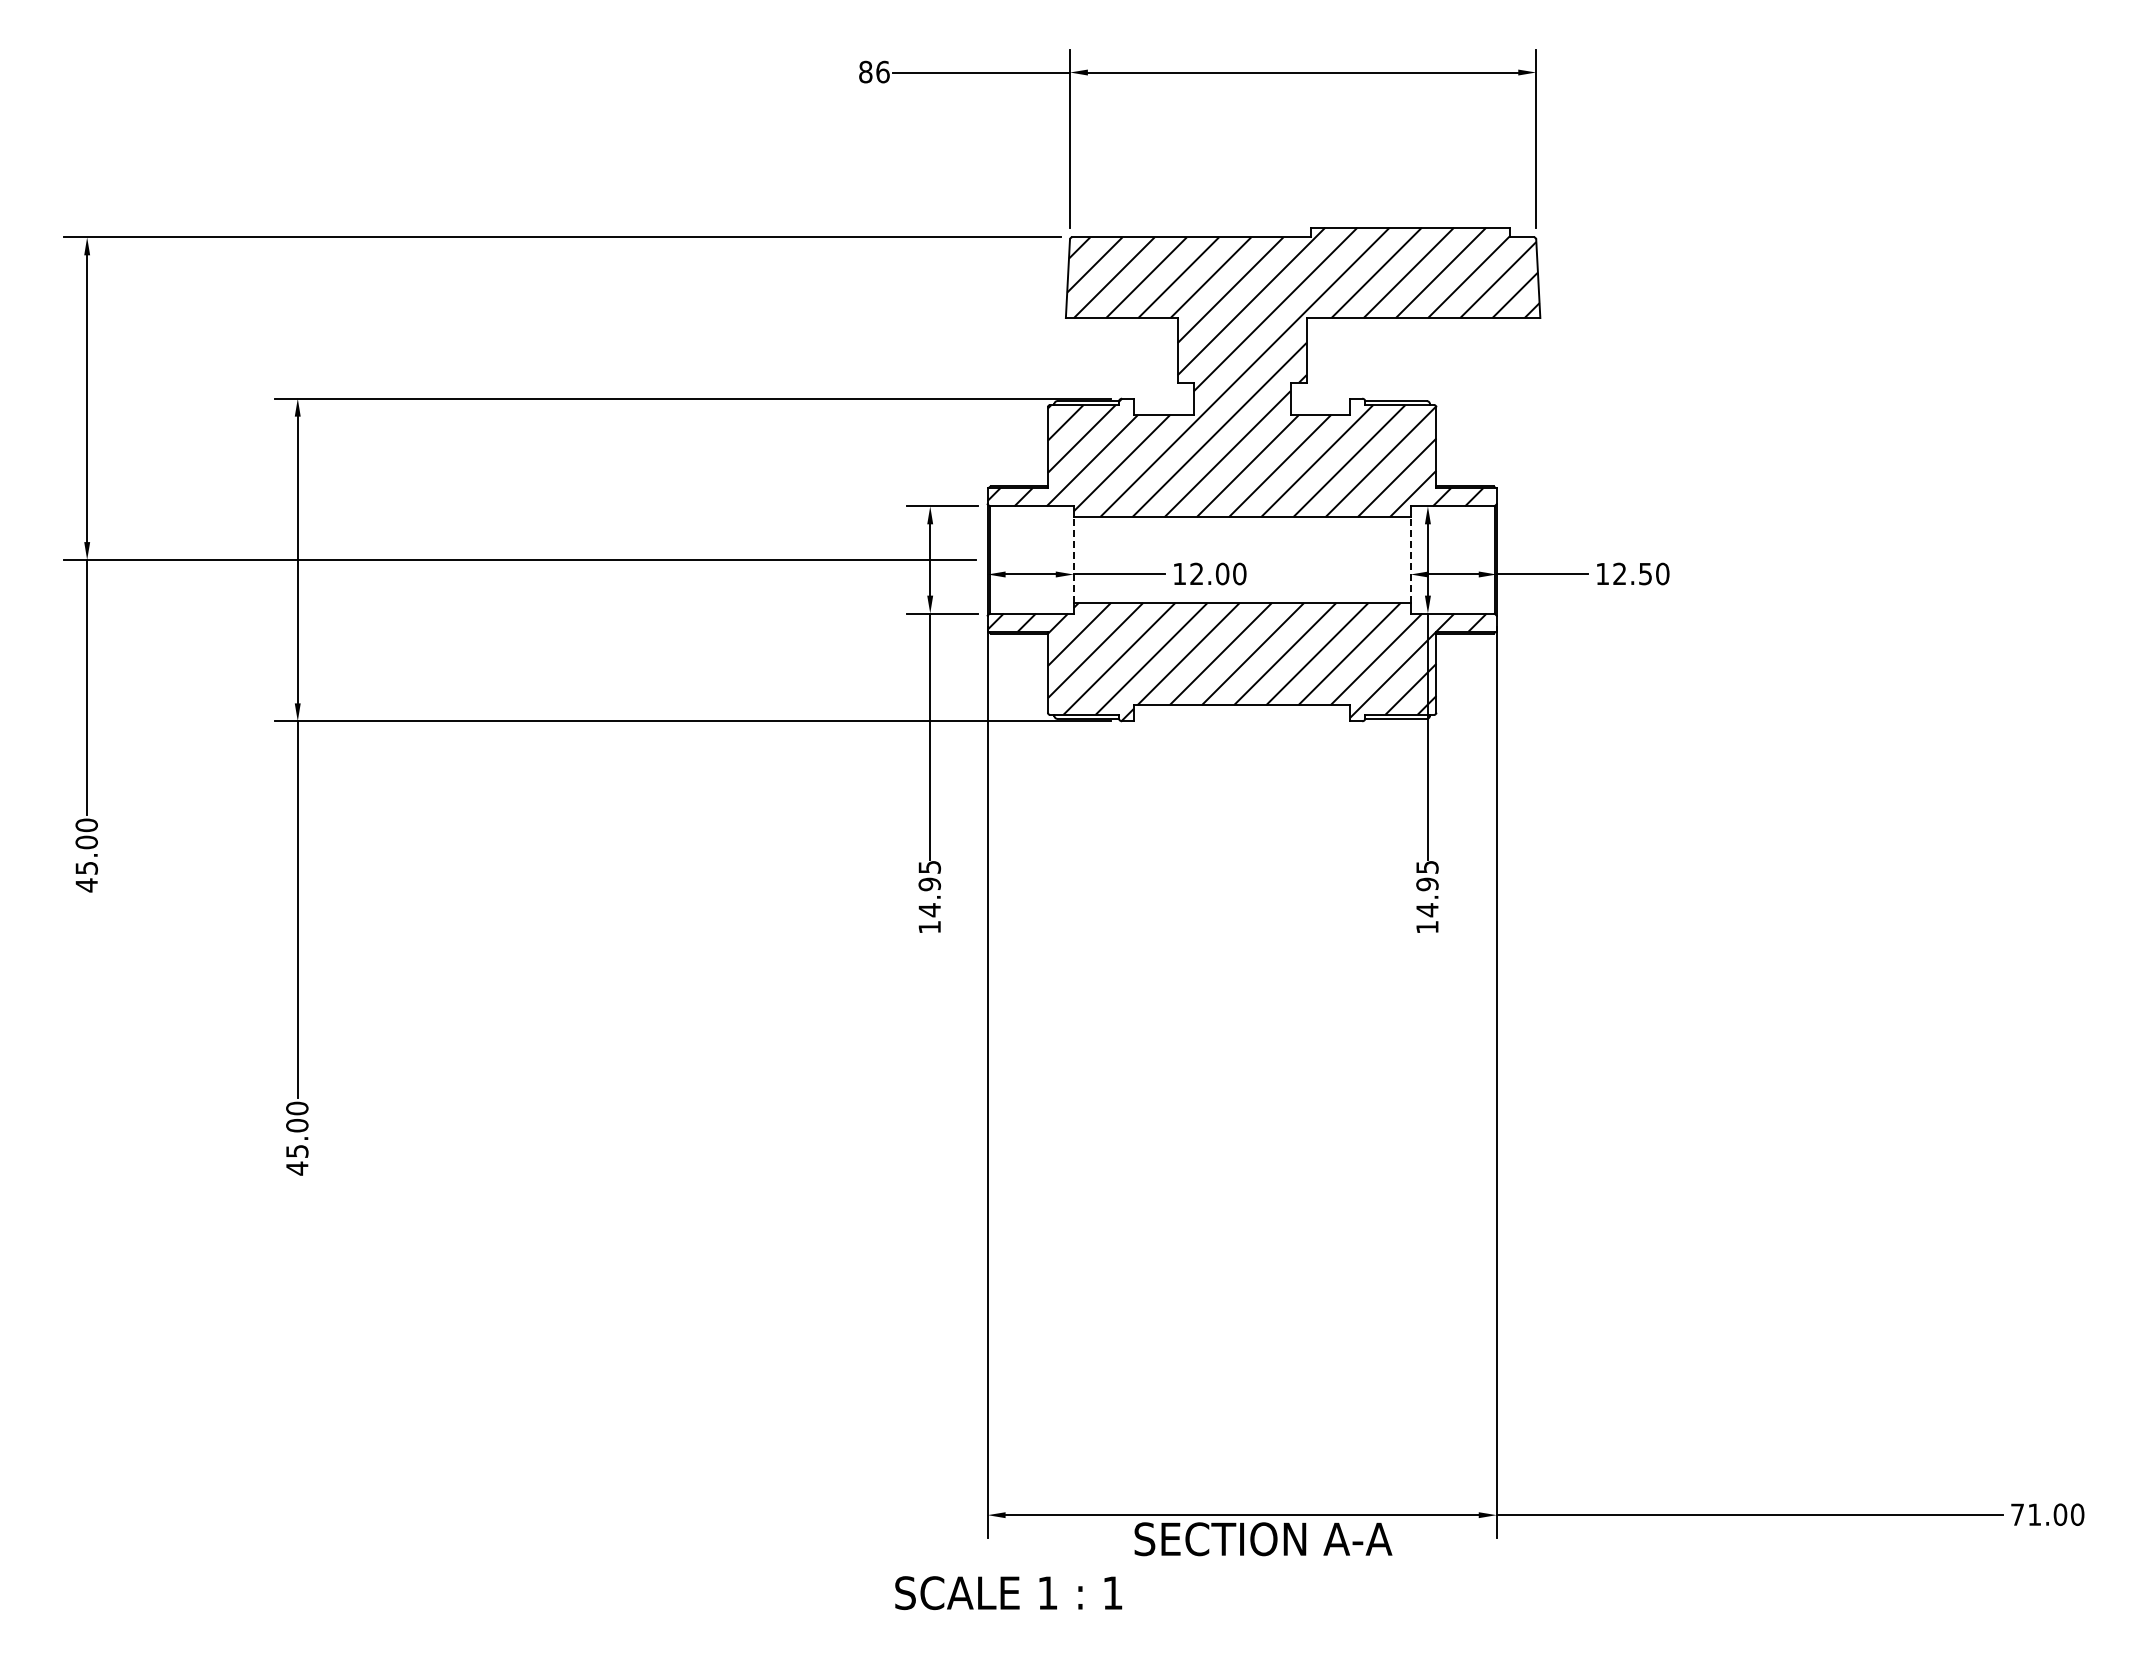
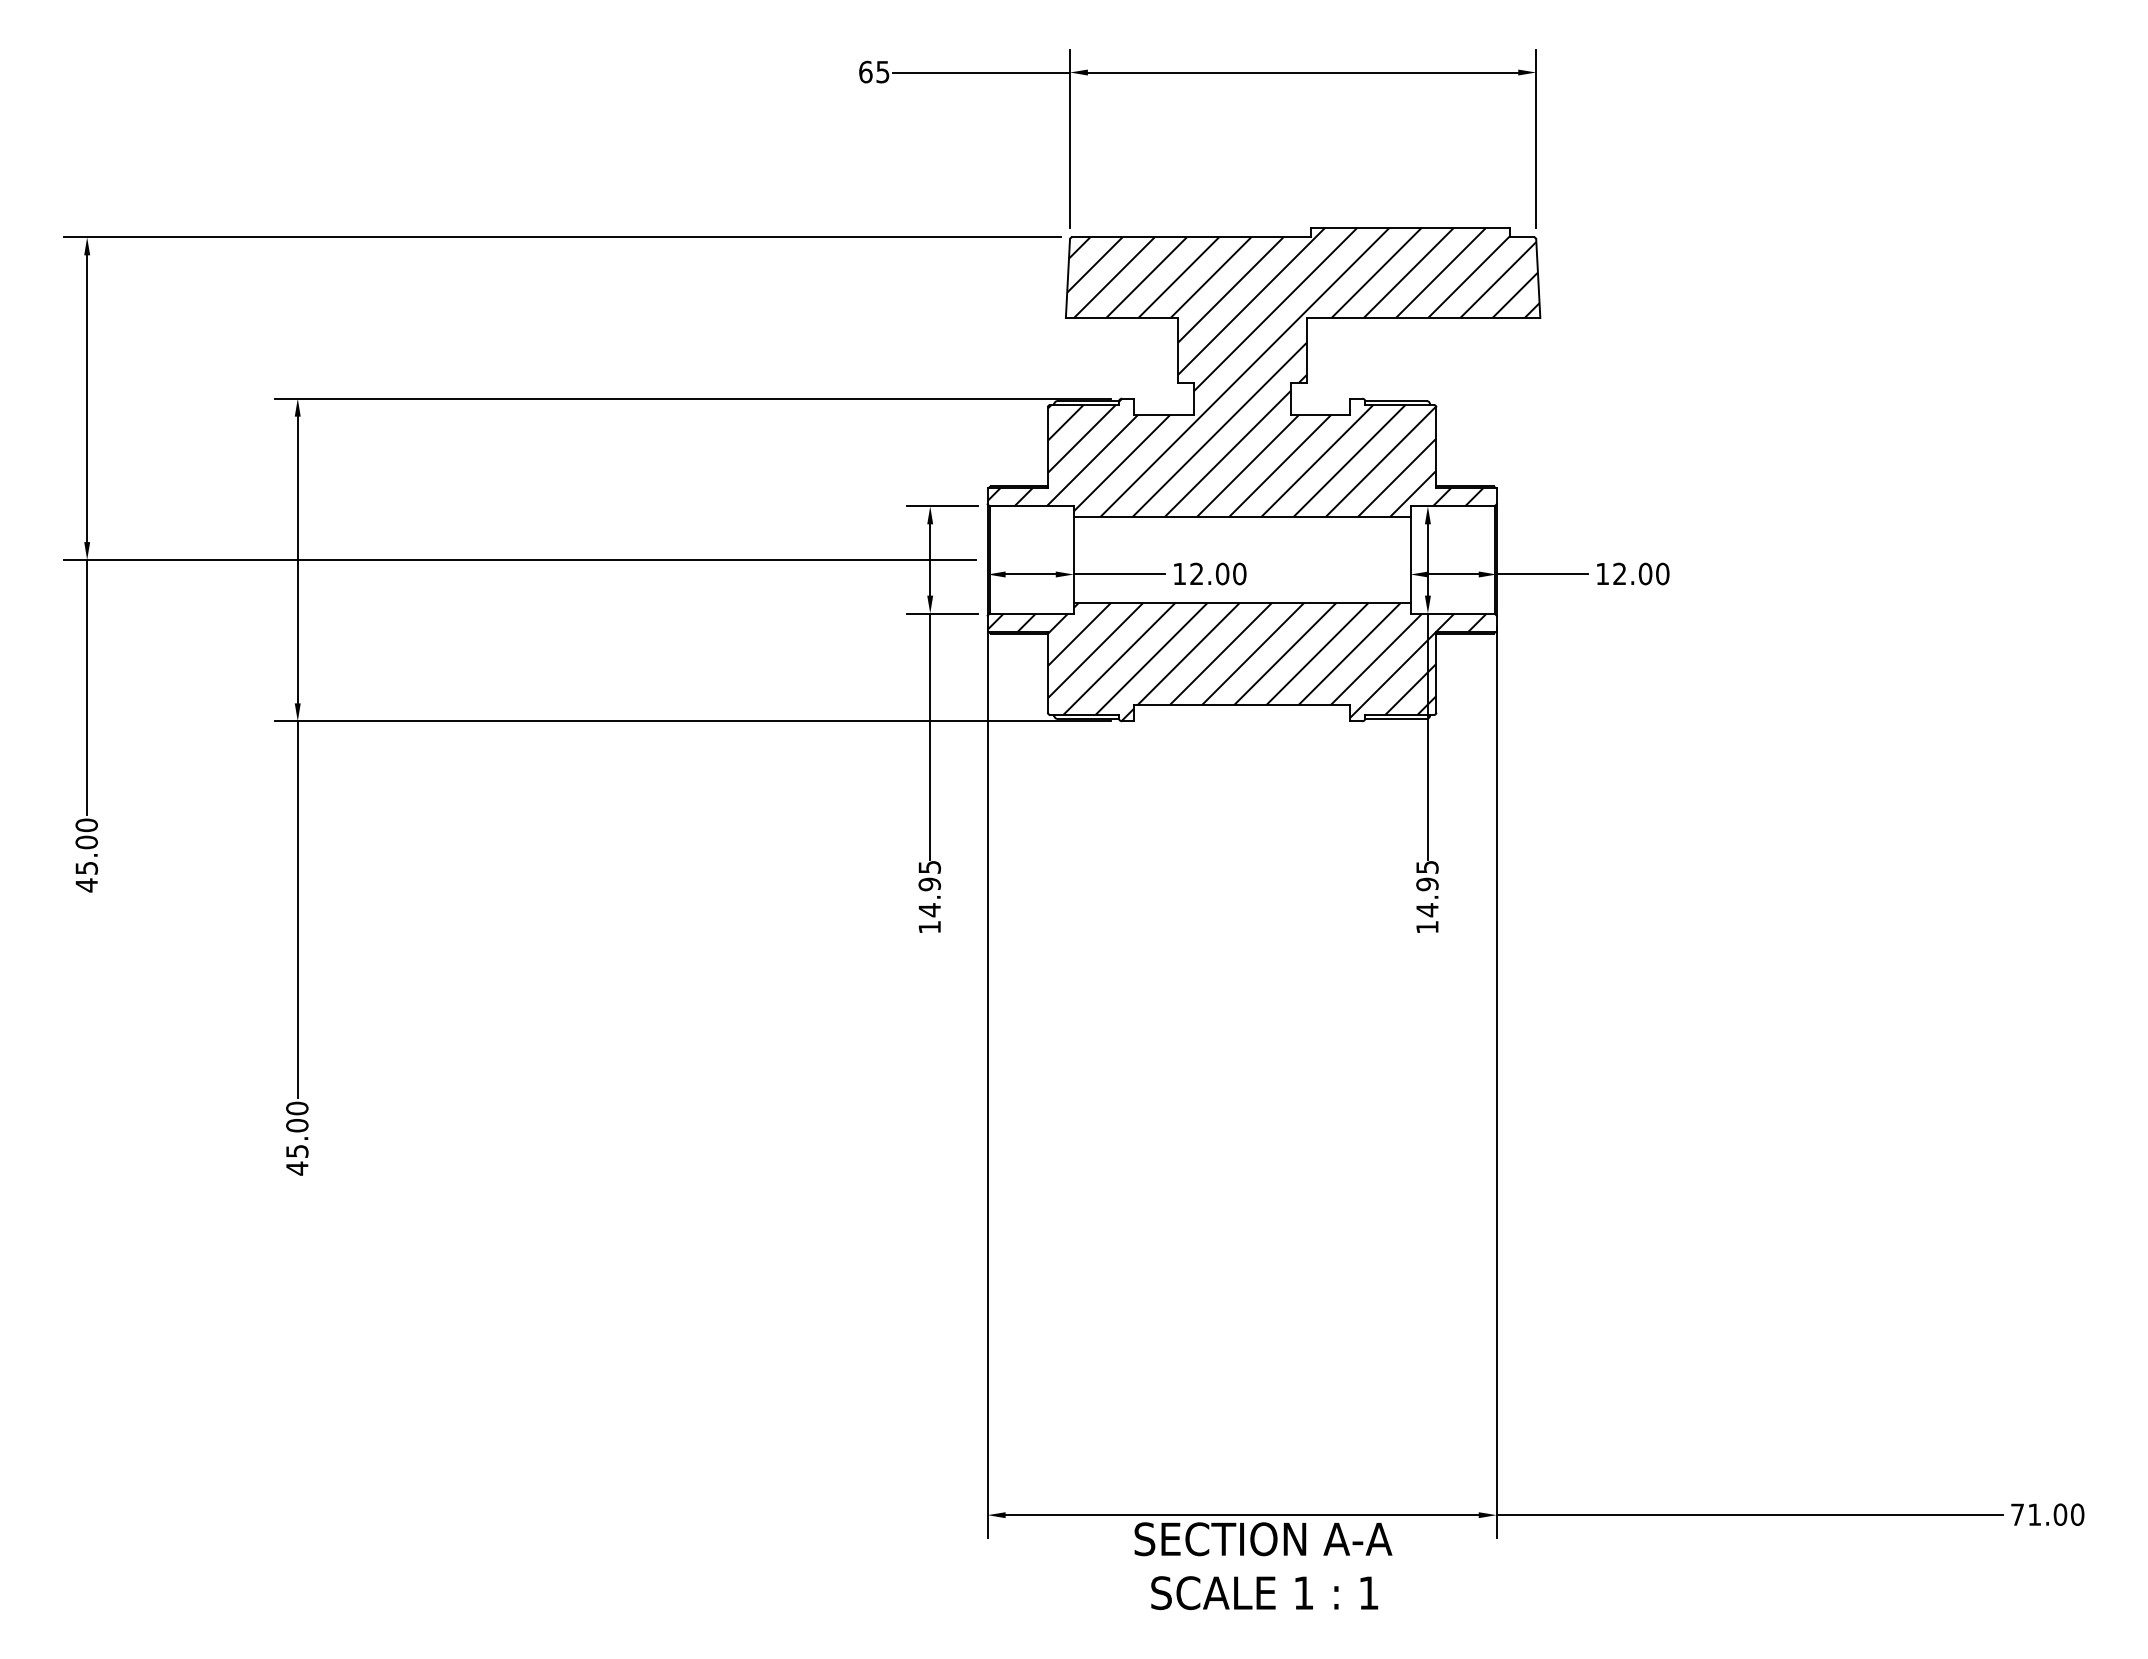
text at (874, 71): 86 -> 65
line at (1073, 560): dashed -> solid
line at (1410, 560): dashed -> solid
text at (1645, 573): 12.50 -> 12.00
text at (1008, 1593) position: (1008, 1593) -> (1264, 1593)
